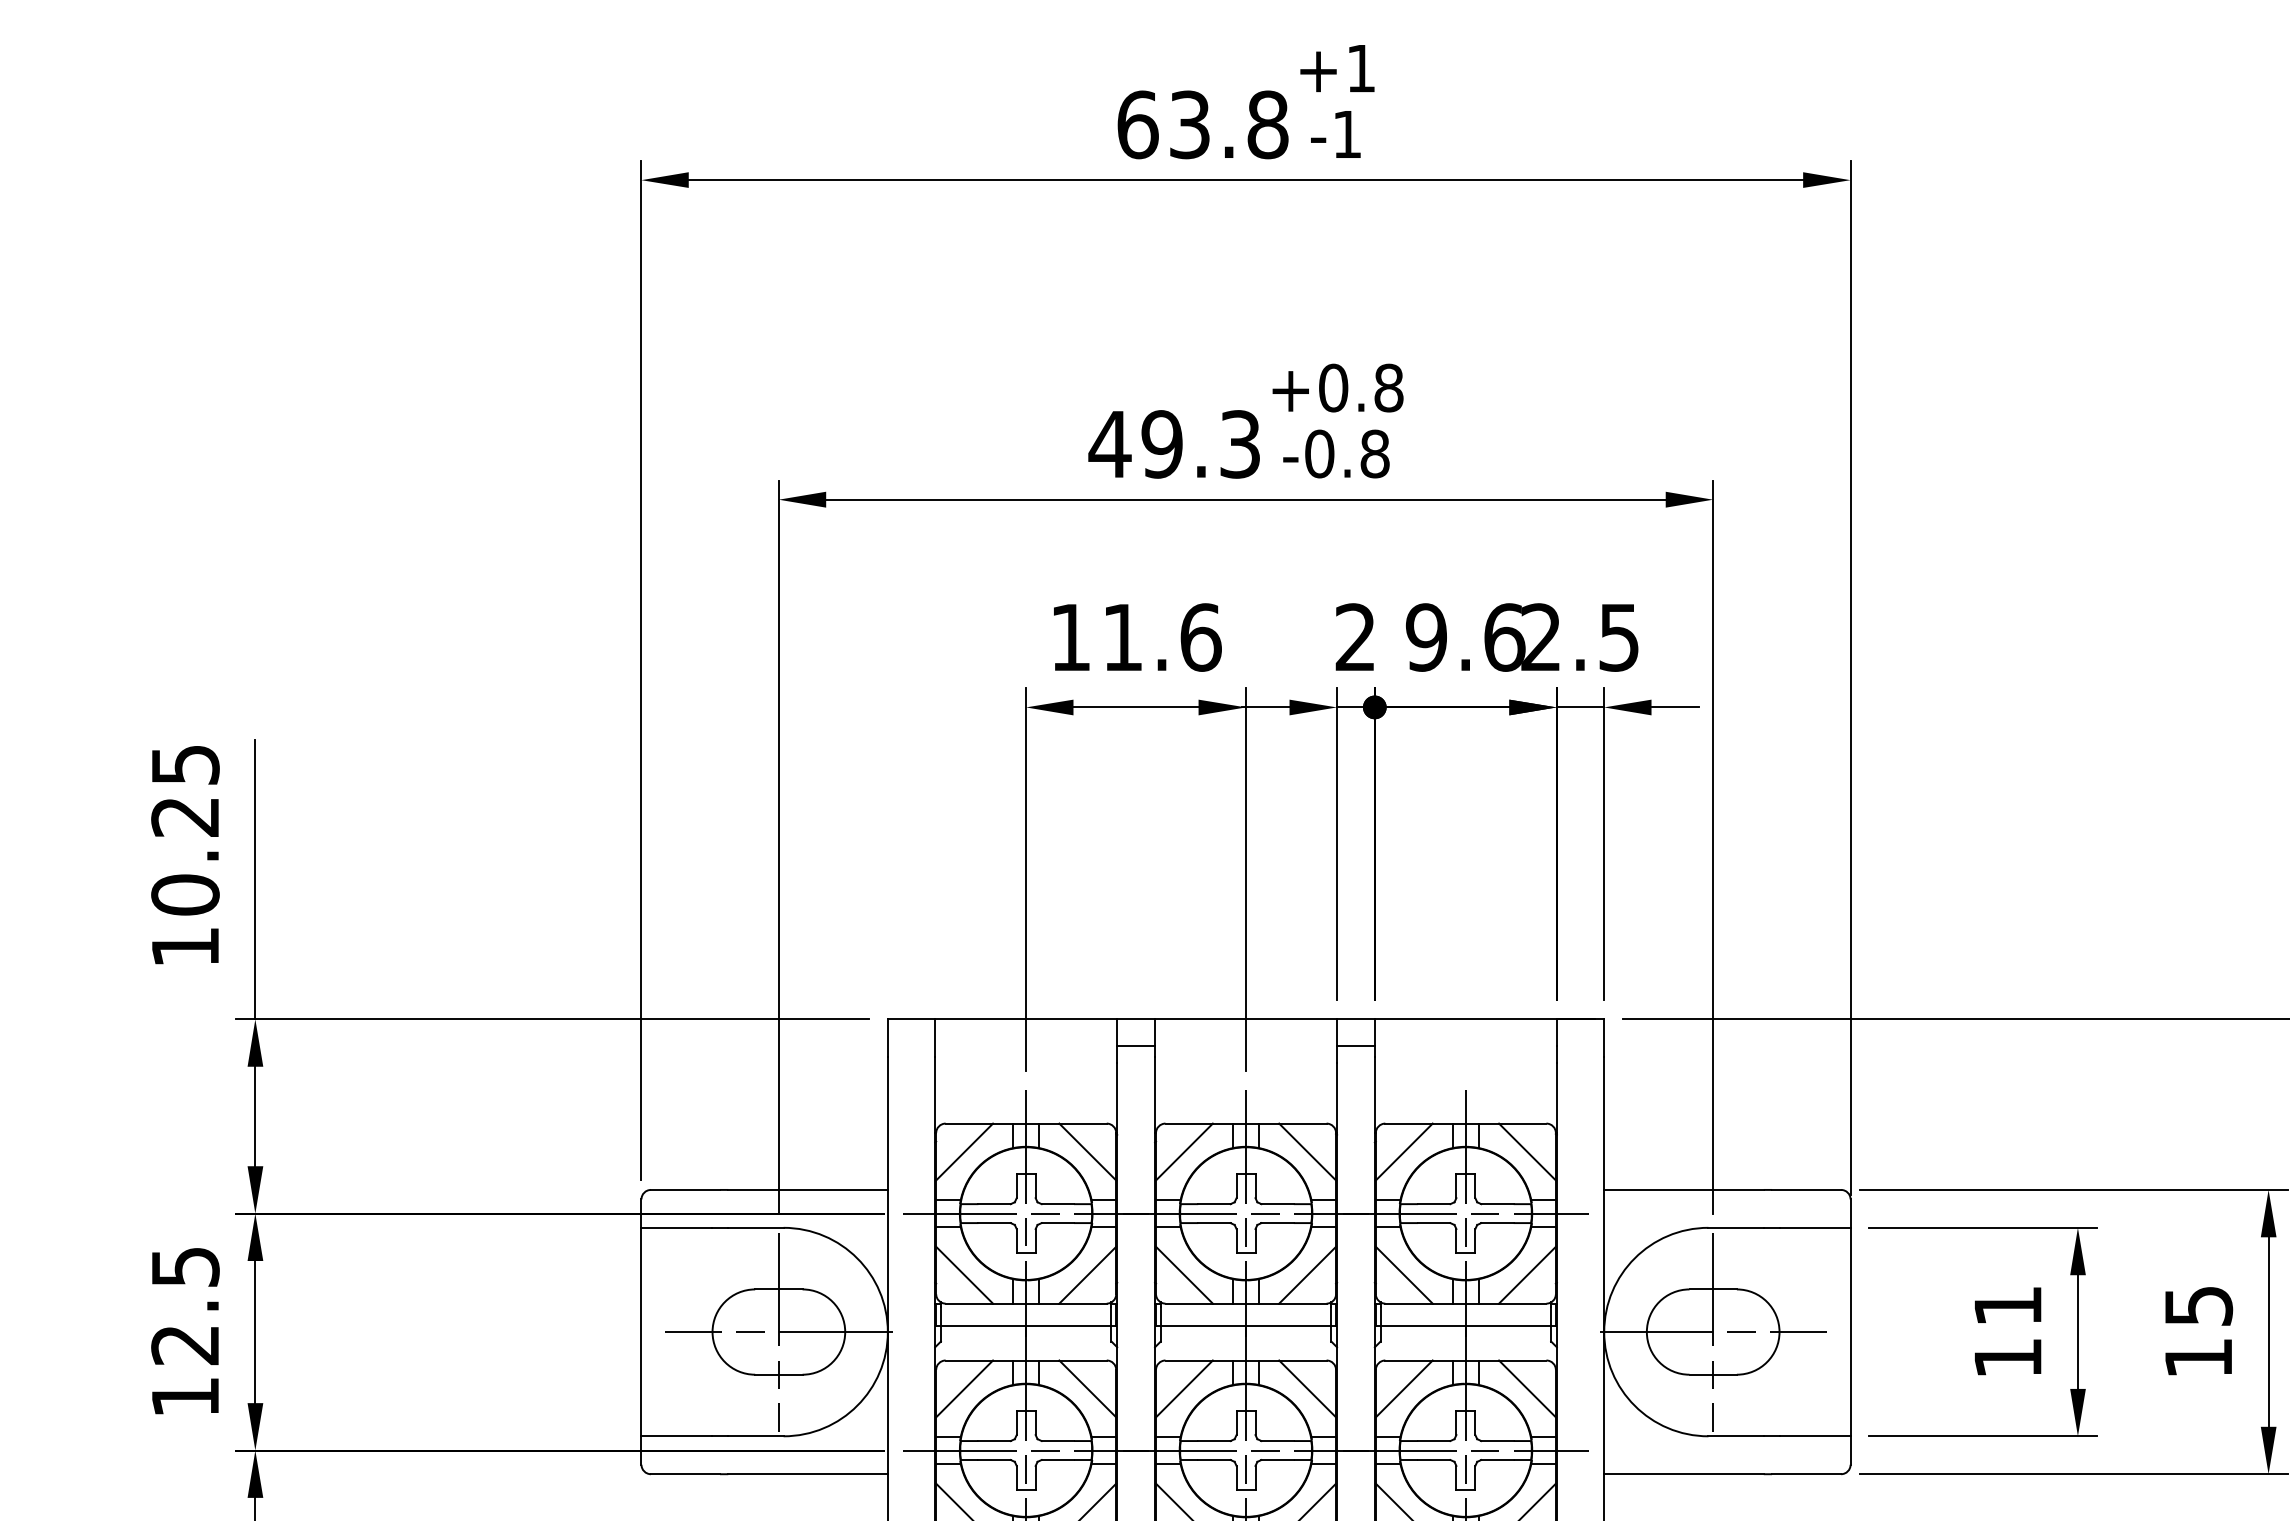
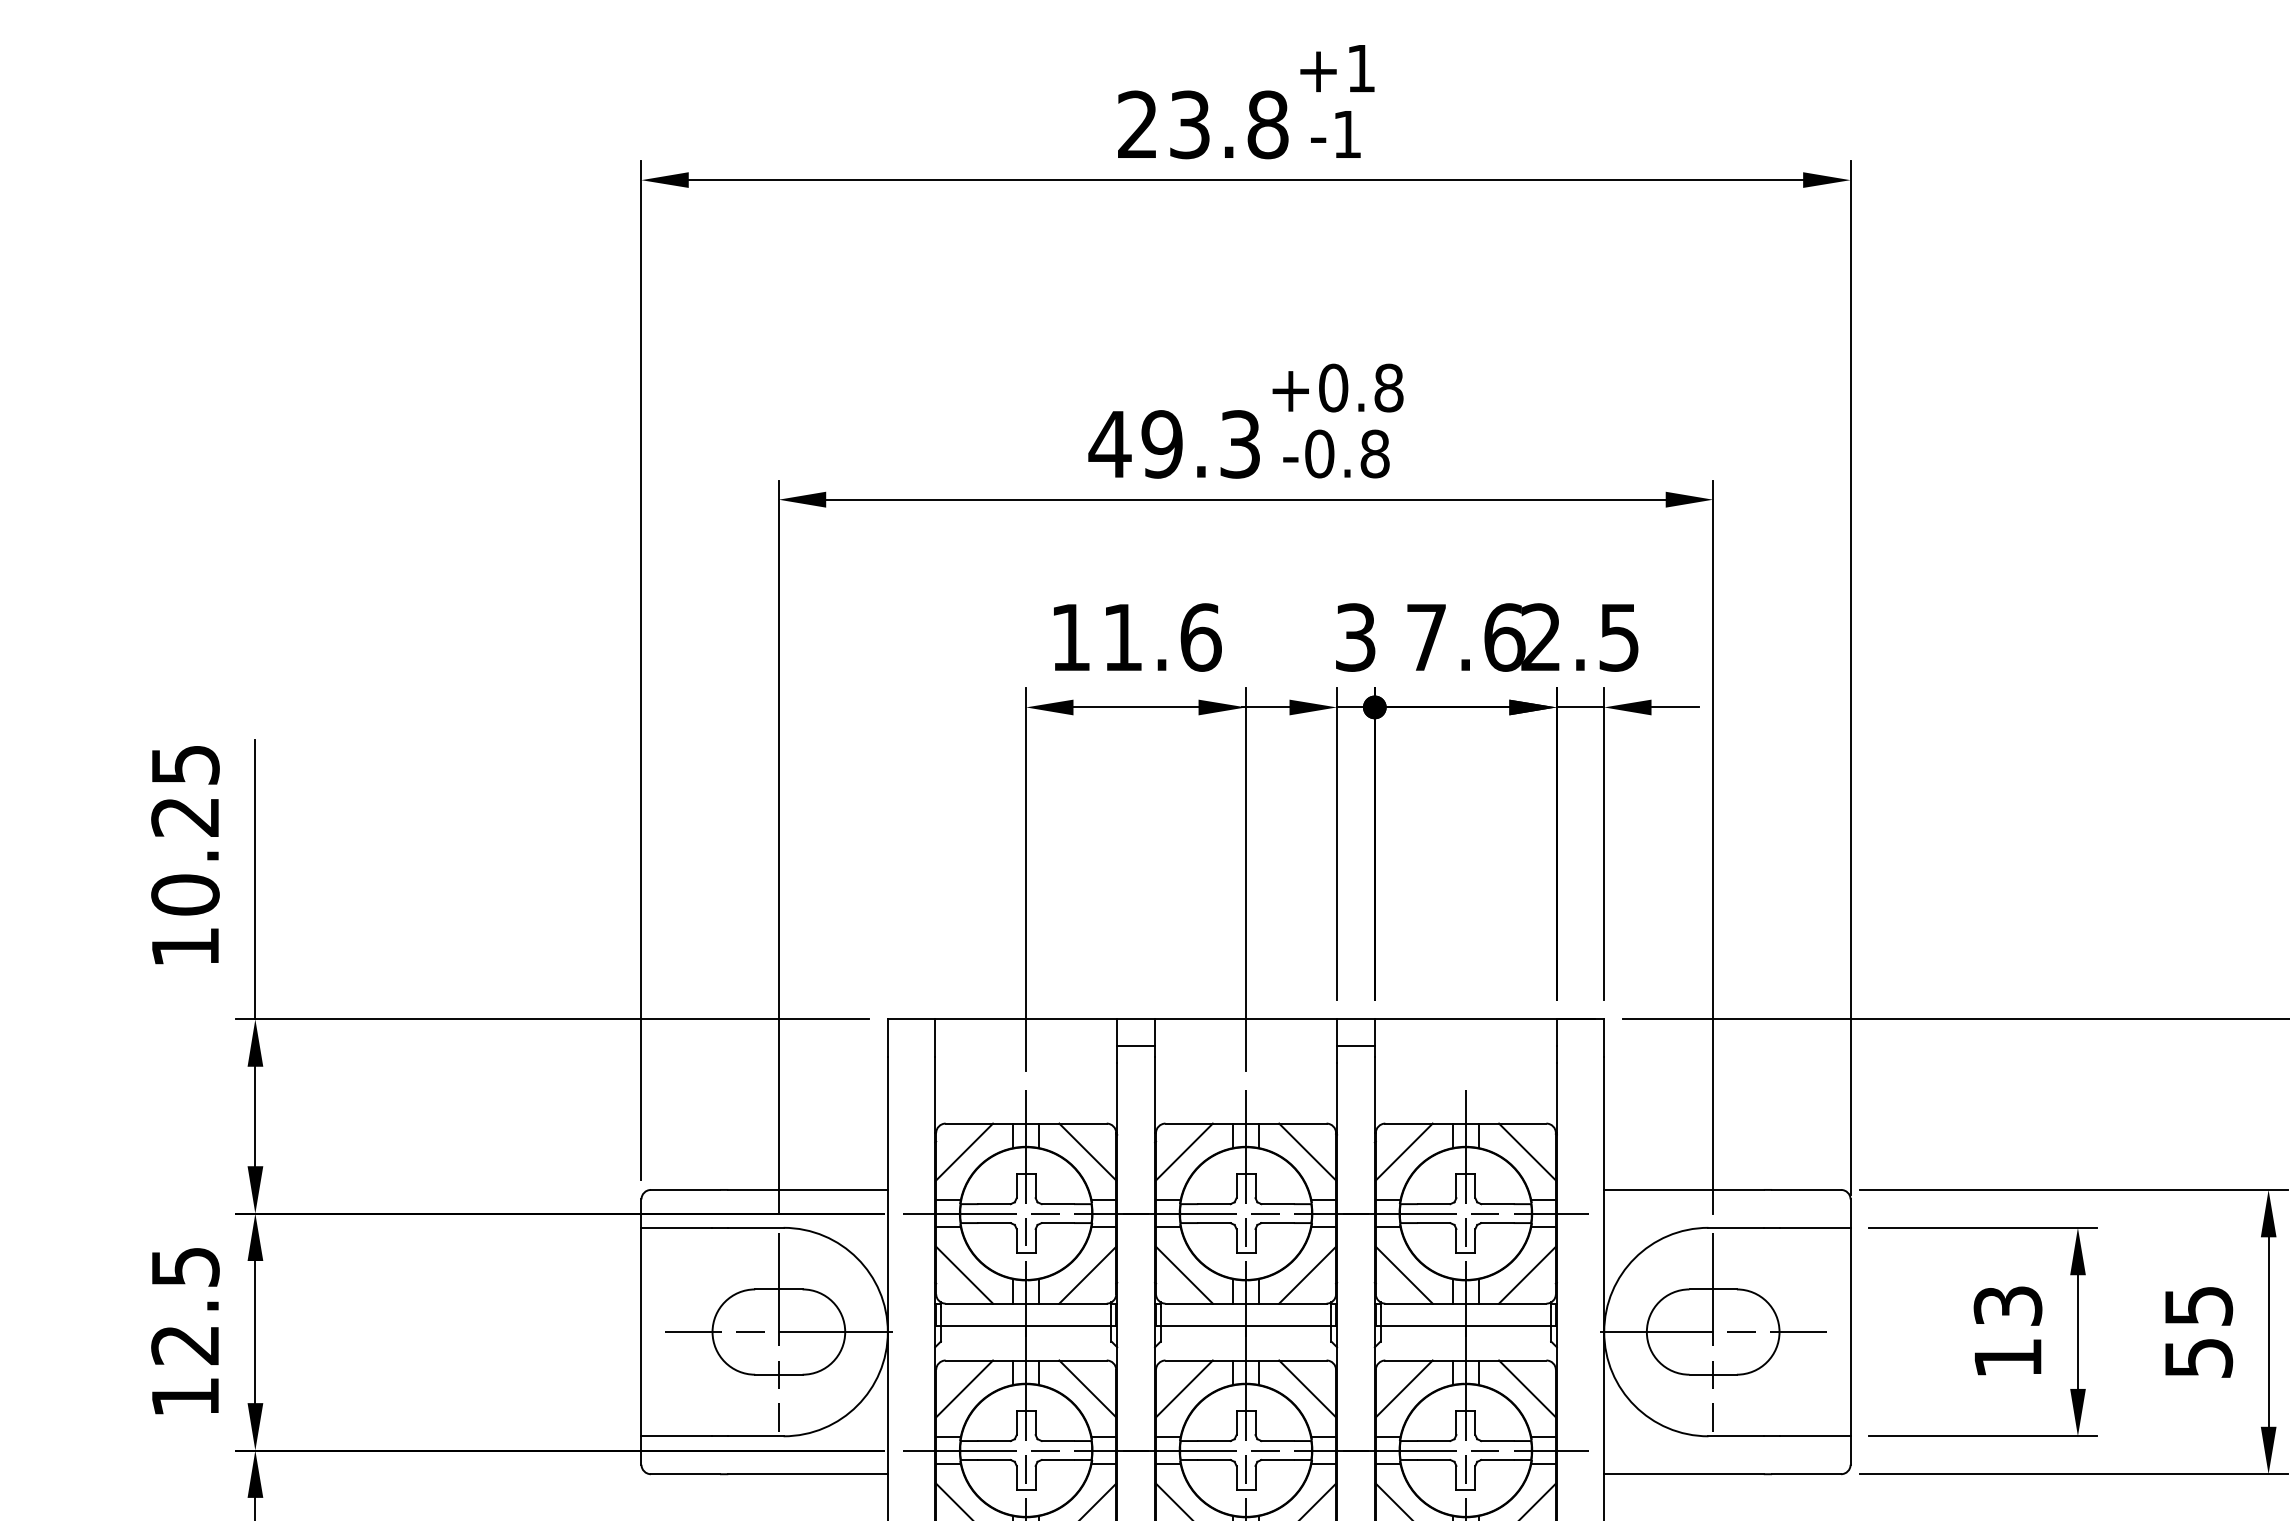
text at (1137, 124): 63.8 -> 23.8
text at (1355, 637): 2 -> 3
text at (1425, 637): 9.6 -> 7.6
text at (2007, 1305): 11 -> 13
text at (2199, 1358): 15 -> 55
